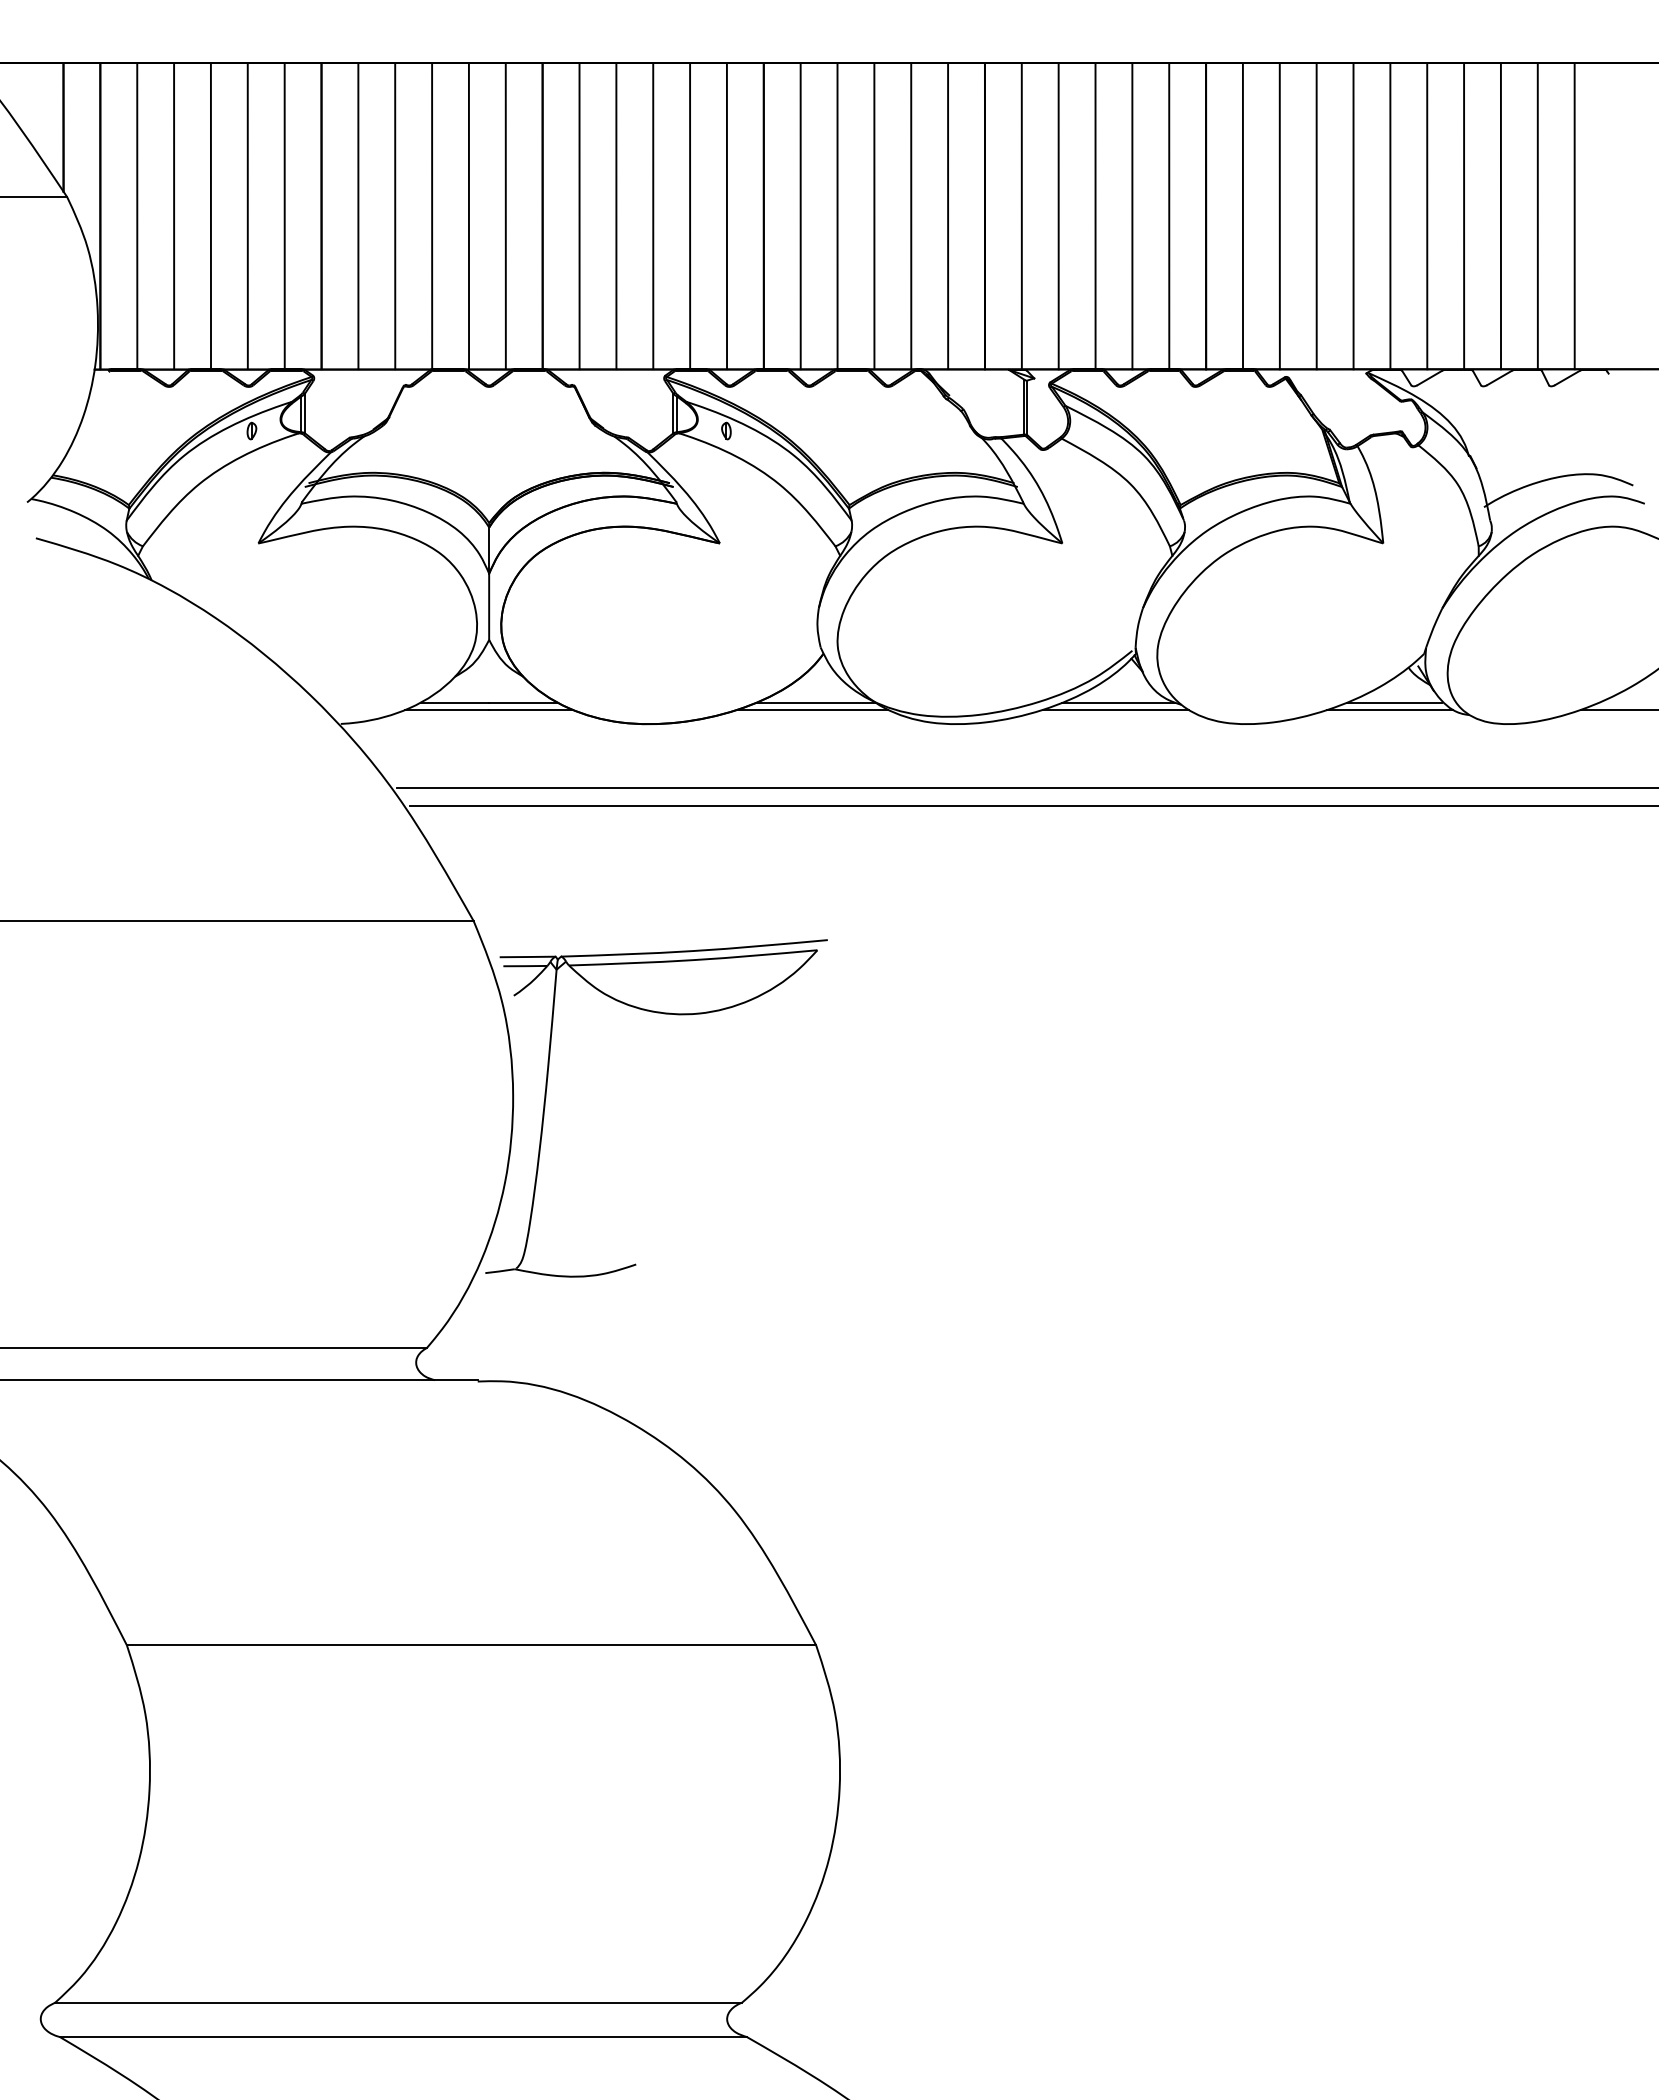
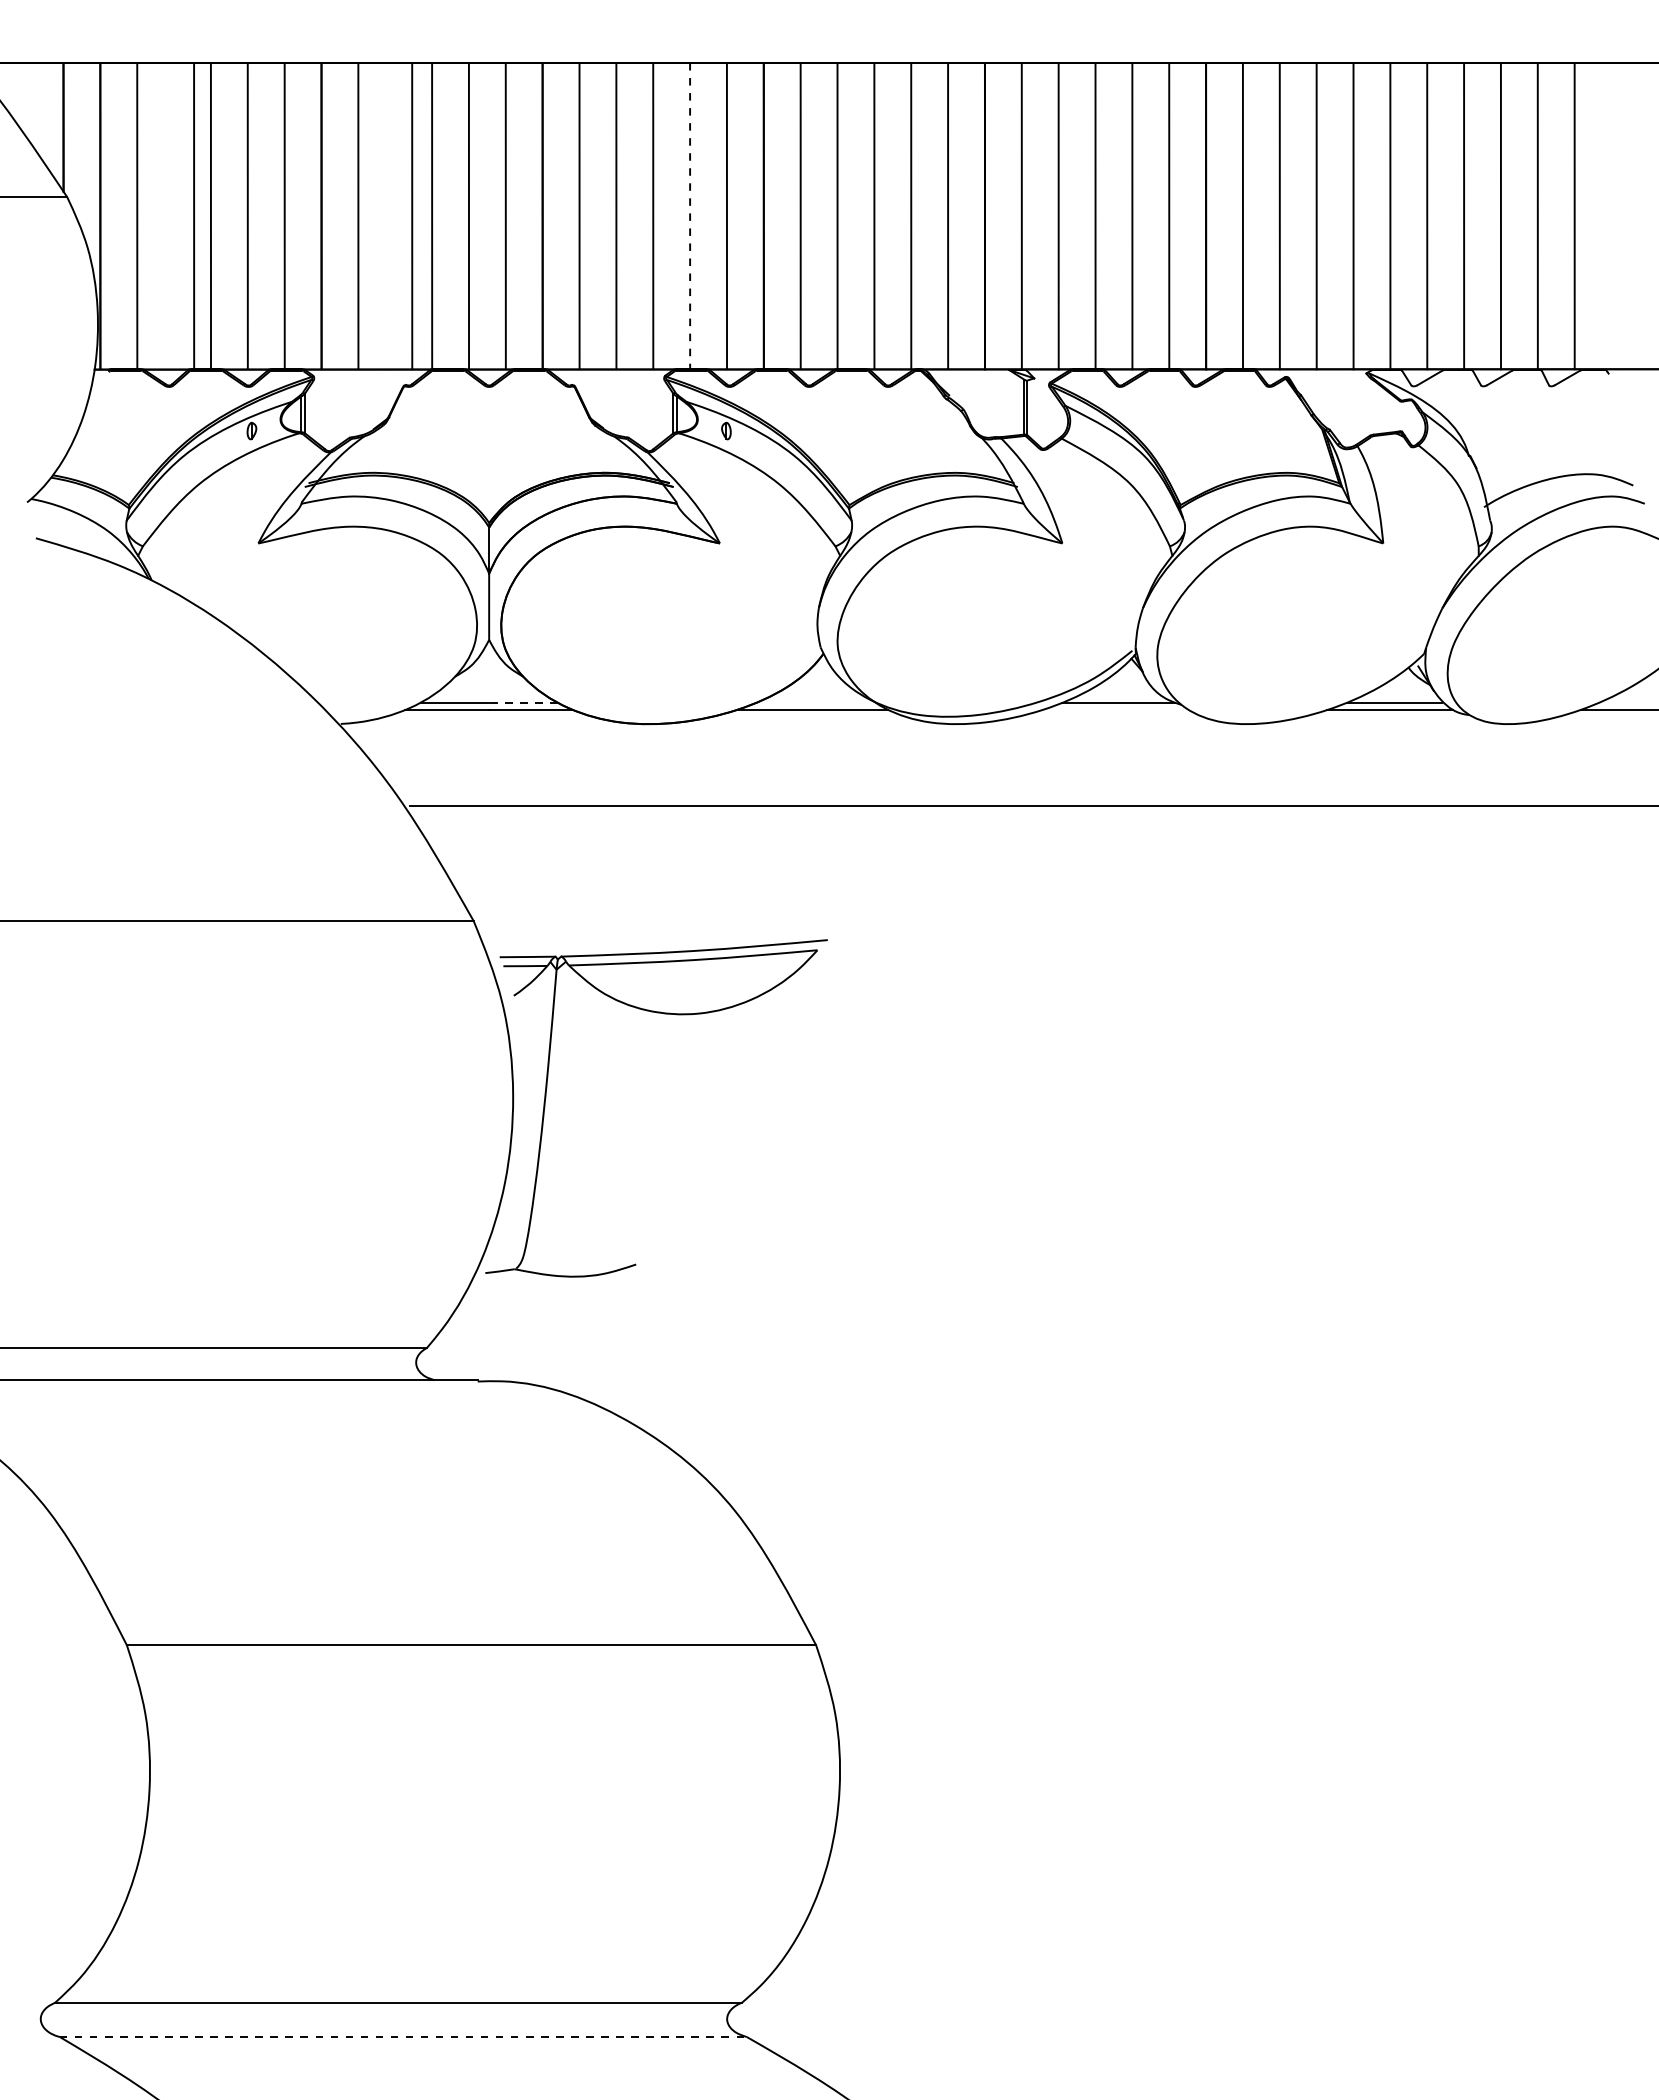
line at (174, 216) position: (174, 216) -> (194, 216)
line at (395, 216) position: (395, 216) -> (412, 216)
line at (690, 216): solid -> dashed
line at (523, 702): solid -> dashed
line at (815, 702): present -> none
line at (1115, 710): present -> none
line at (1026, 787): present -> none
line at (403, 2037): solid -> dashed
